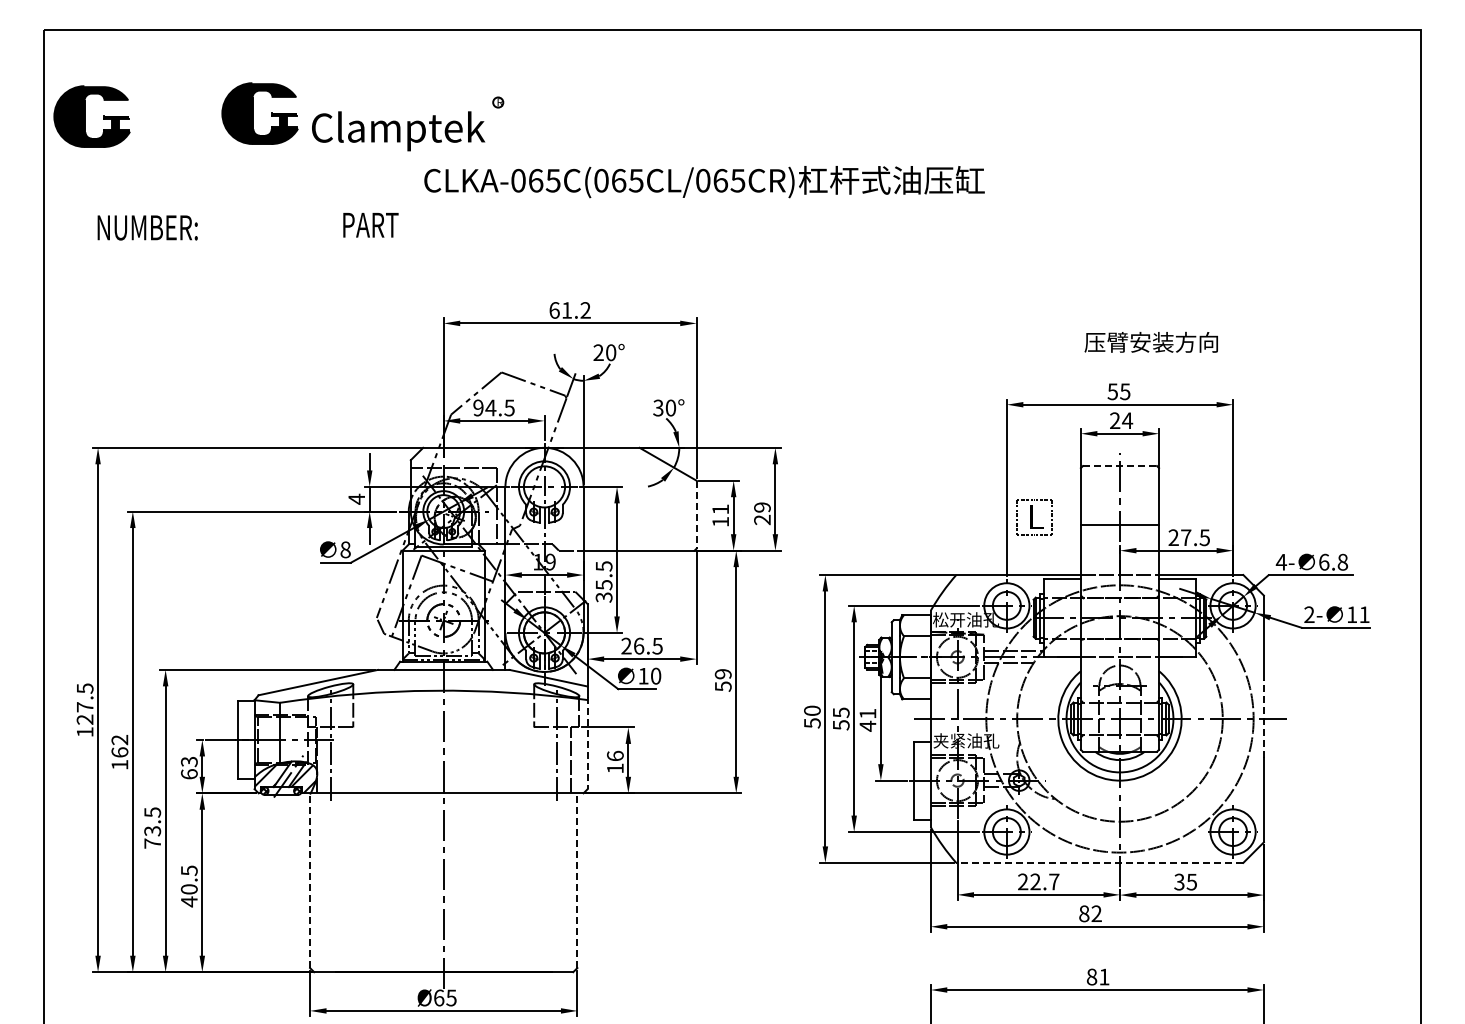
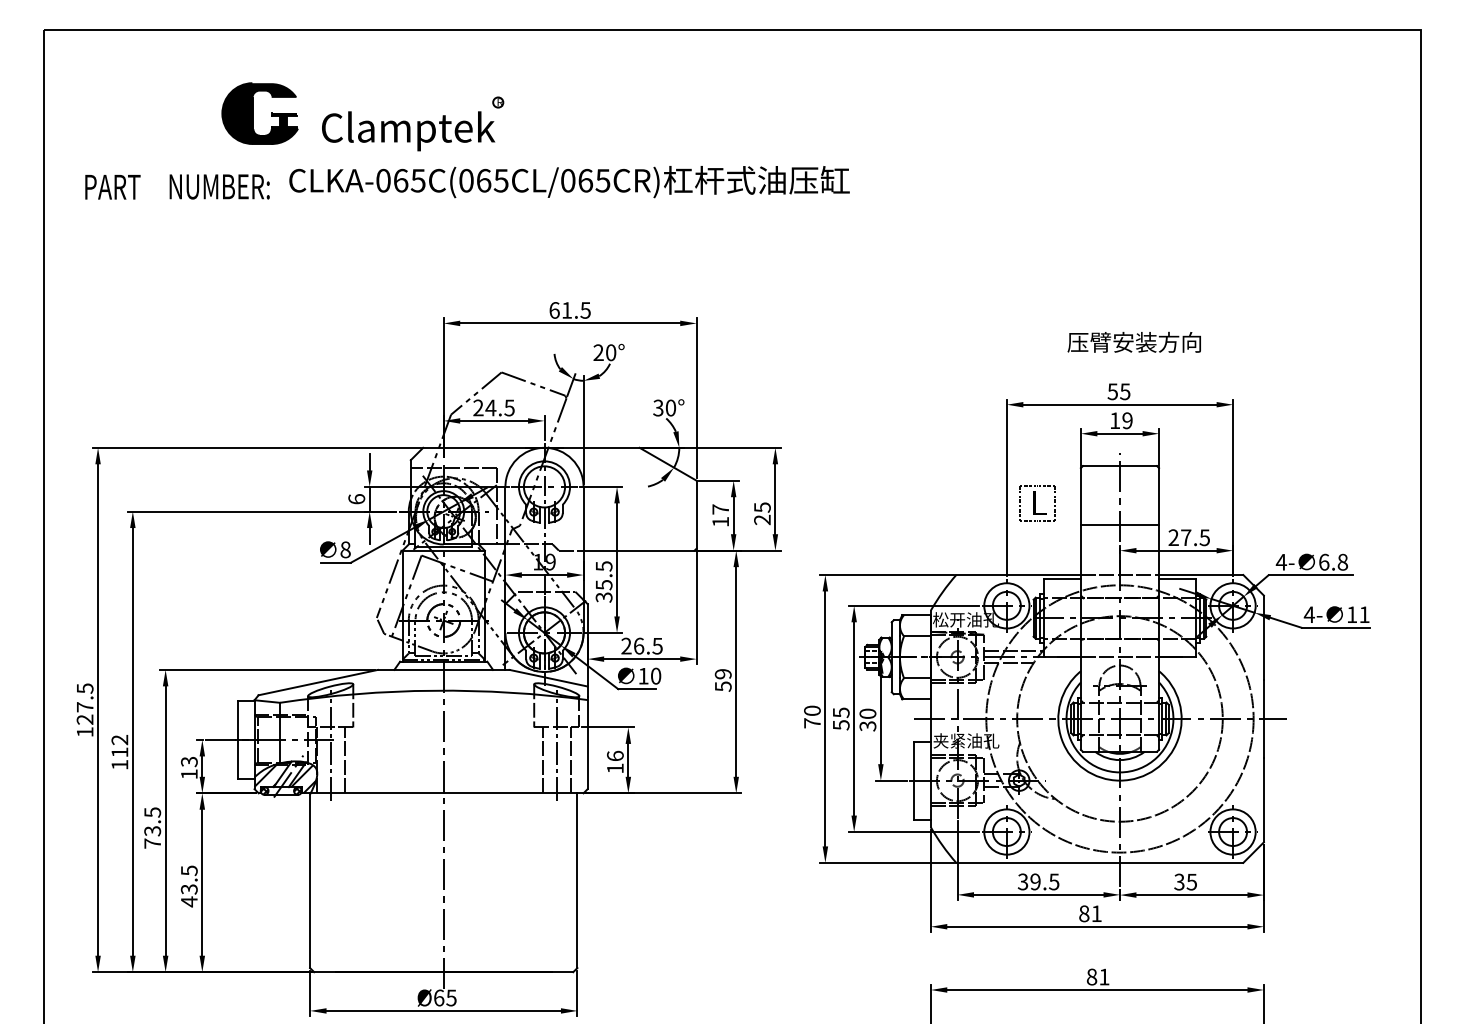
part at (91, 116): present -> none
text at (398, 131) position: (398, 131) -> (408, 131)
text at (704, 182) position: (704, 182) -> (569, 182)
text at (370, 225) position: (370, 225) -> (112, 187)
text at (147, 227) position: (147, 227) -> (219, 186)
text at (585, 310): 61.2 -> 61.5
text at (1150, 341) position: (1150, 341) -> (1133, 341)
text at (478, 407): 94.5 -> 24.5
text at (1121, 420): 24 -> 19
line at (1120, 466): dashed -> solid
text at (356, 498): 4 -> 6
text at (762, 507): 29 -> 25
text at (720, 509): 11 -> 17
line at (696, 514): dashed -> solid
part at (1034, 517) position: (1034, 517) -> (1037, 503)
text at (1308, 614): 2- -> 4-
line at (1263, 718): dashed -> solid
text at (867, 719): 41 -> 30
text at (812, 723): 50 -> 70
line at (587, 743): dashed -> solid
text at (119, 752): 162 -> 112
line at (344, 760): none -> present
line at (542, 760): none -> present
text at (189, 774): 63 -> 13
line at (1099, 862): dashed -> solid
line at (310, 880): dashed -> solid
line at (577, 880): dashed -> solid
text at (1038, 881): 22.7 -> 39.5
text at (189, 889): 40.5 -> 43.5
text at (1096, 913): 82 -> 81
